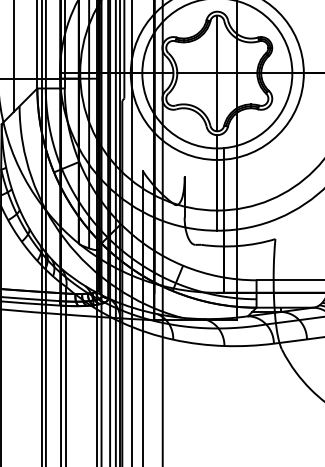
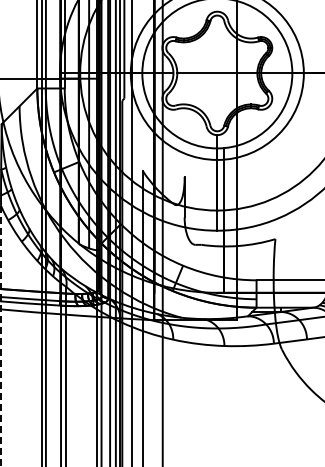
line at (13, 57): present -> none
line at (217, 73): present -> none
line at (1, 336): solid -> dashed
